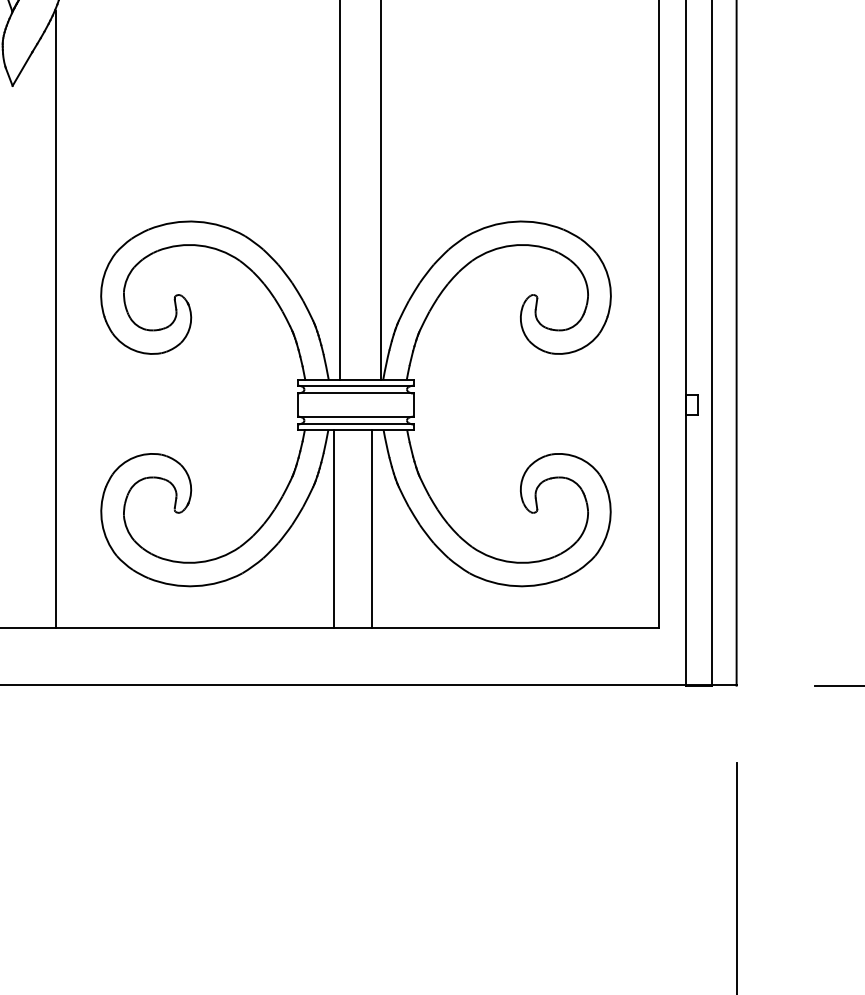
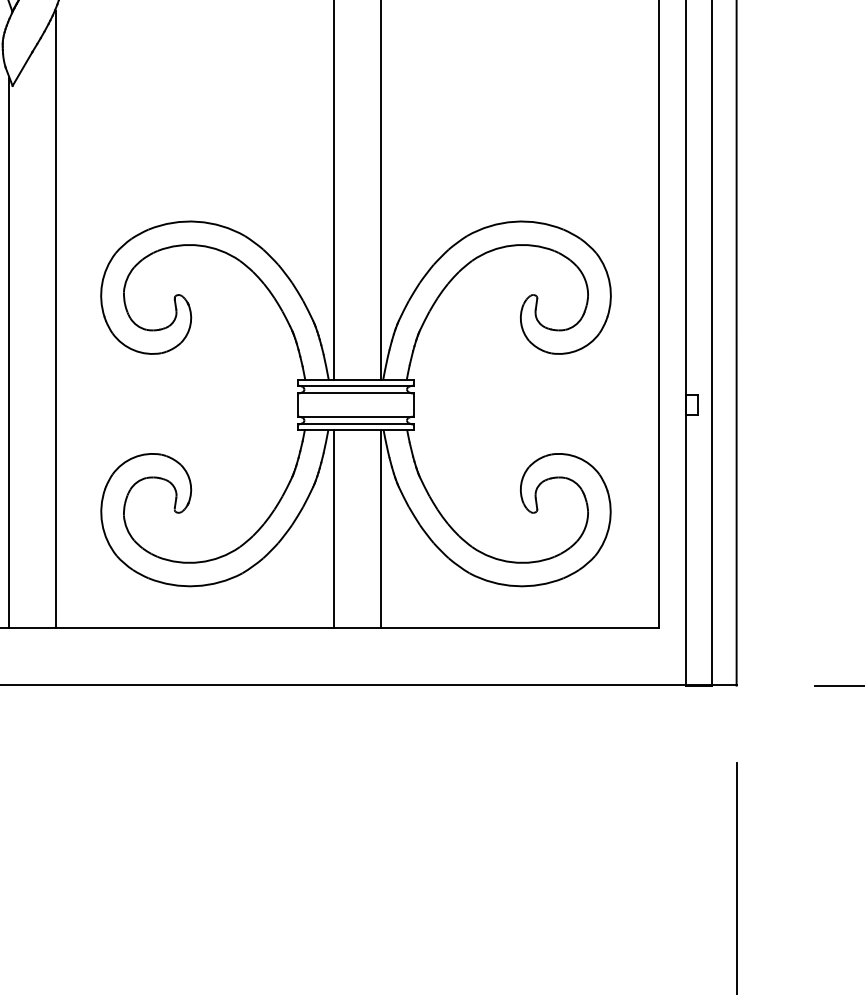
line at (340, 190) position: (340, 190) -> (334, 190)
line at (9, 352): none -> present
line at (371, 528) position: (371, 528) -> (380, 528)
